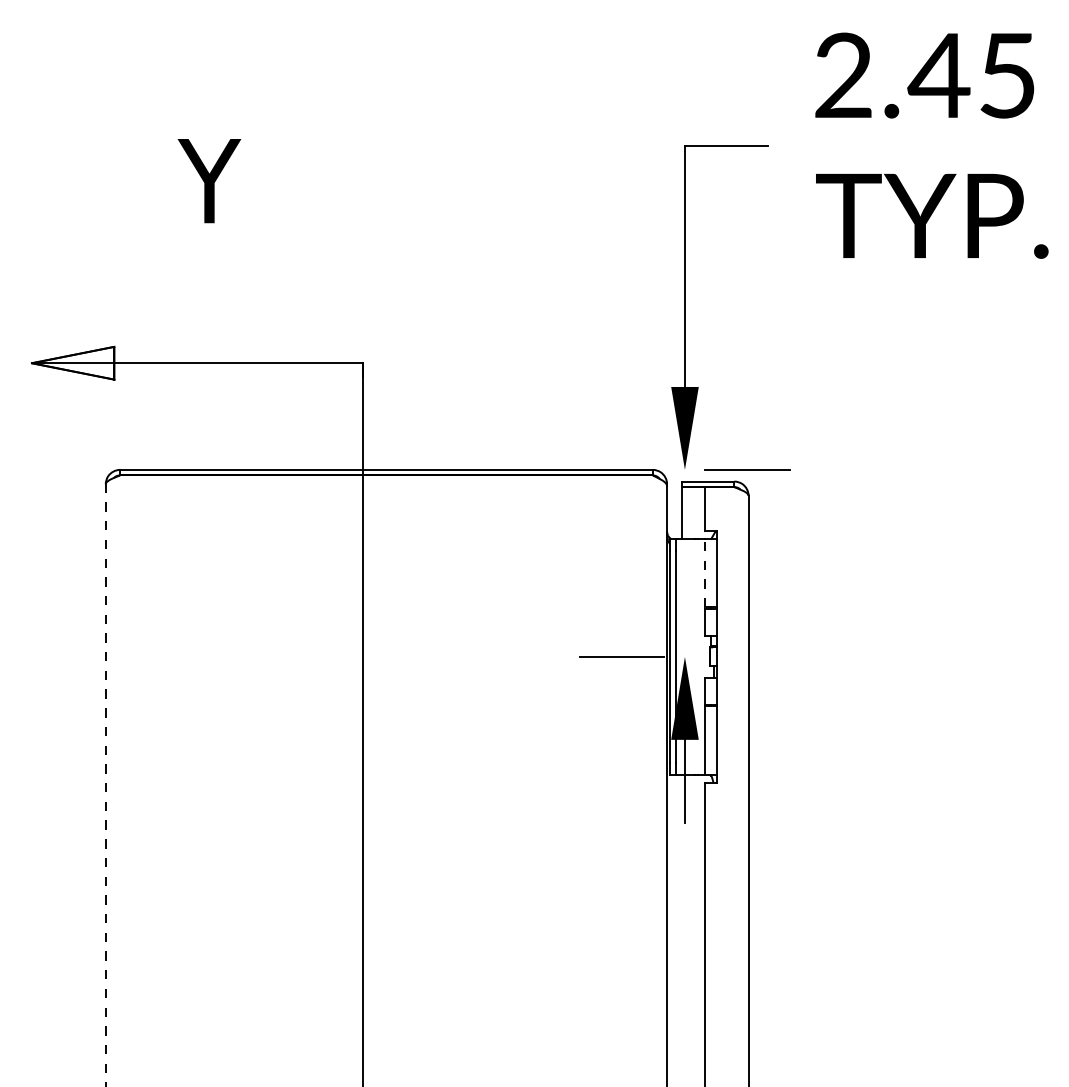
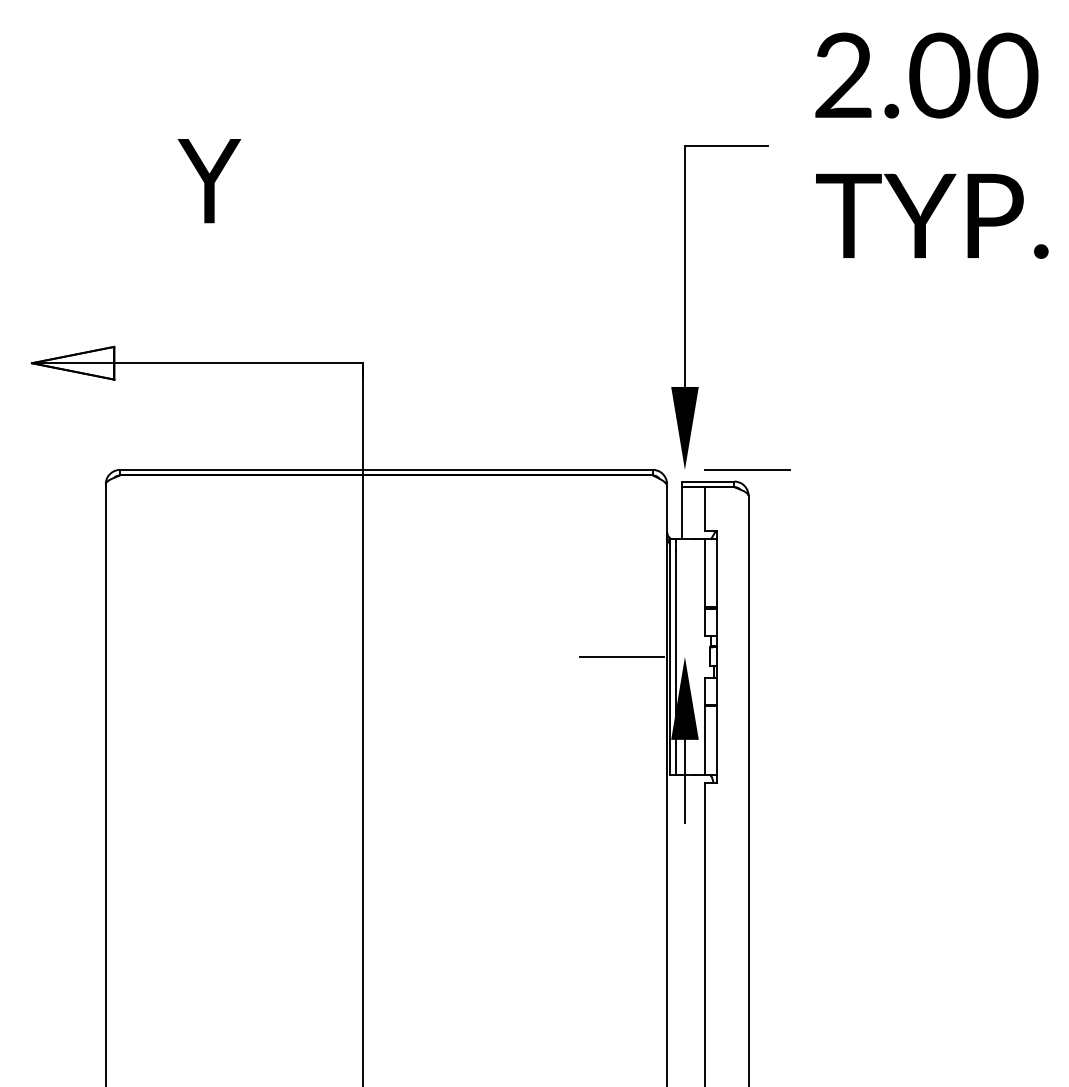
text at (972, 75): 2.45 -> 2.00
line at (705, 572): dashed -> solid
line at (105, 785): dashed -> solid
